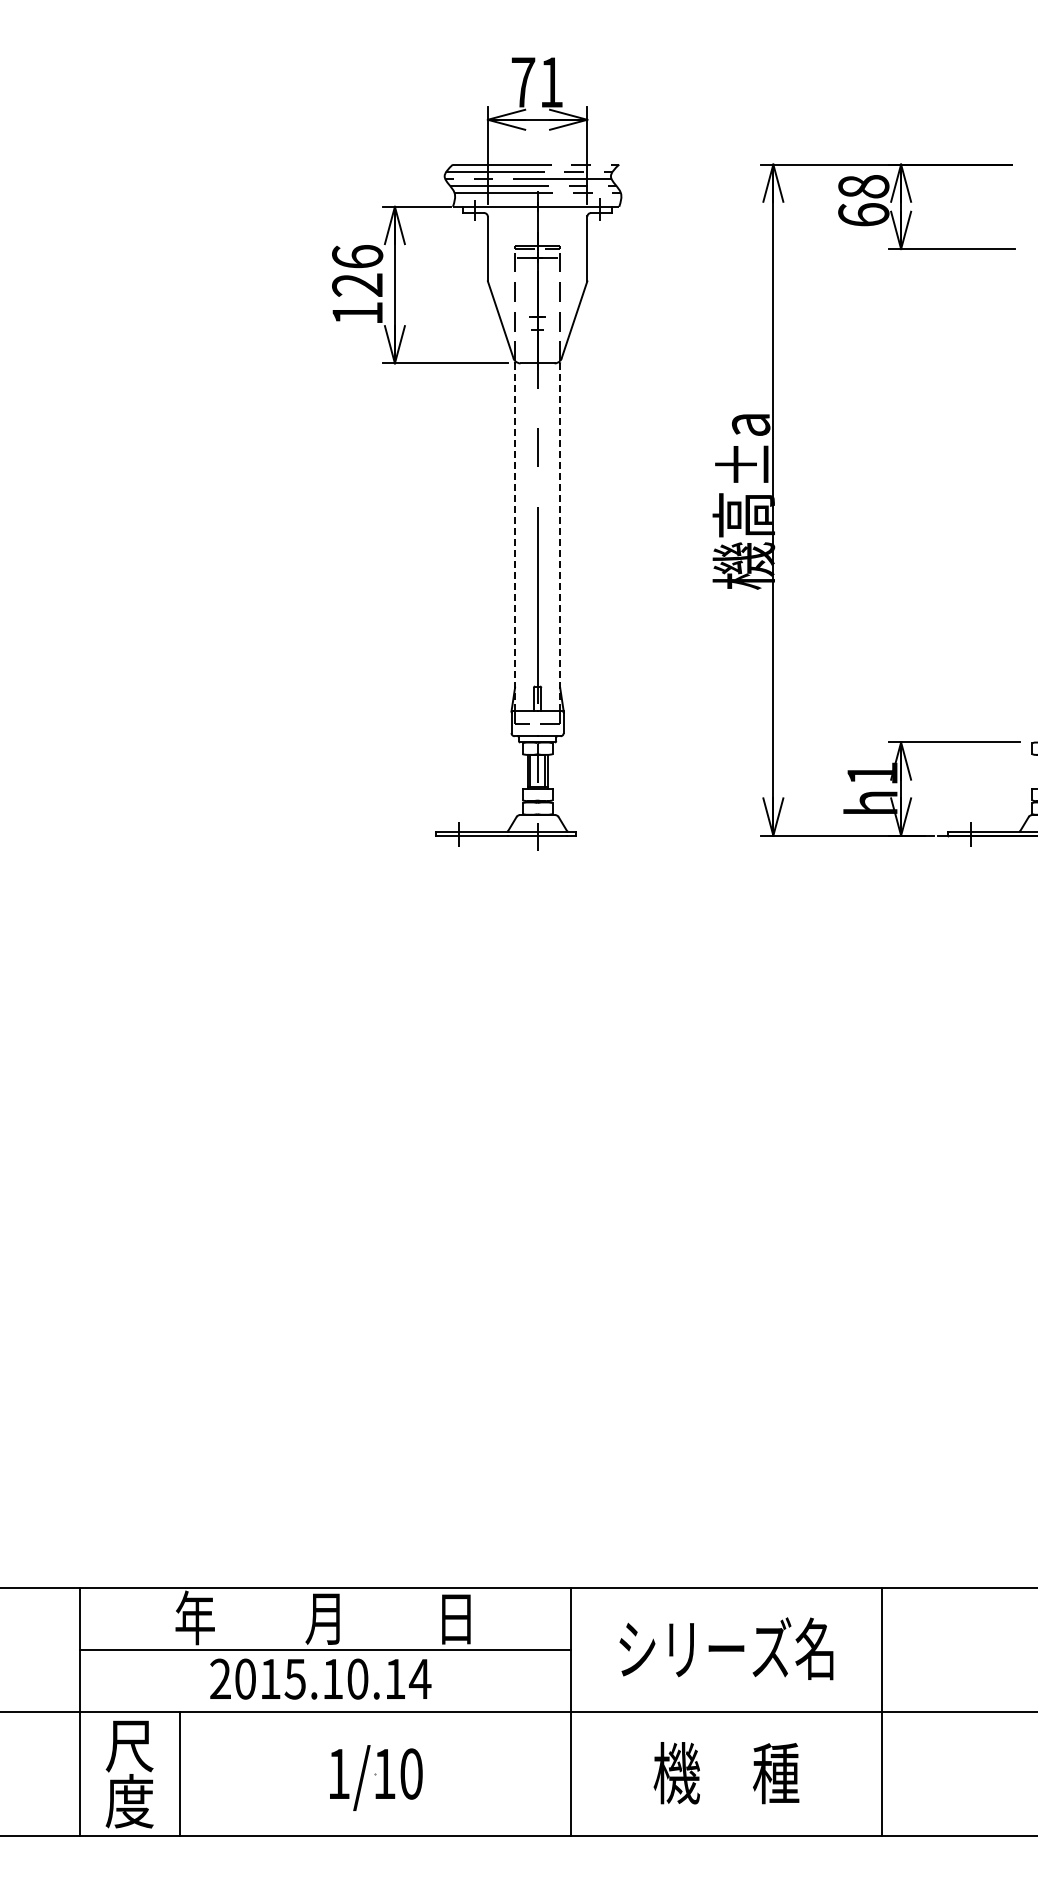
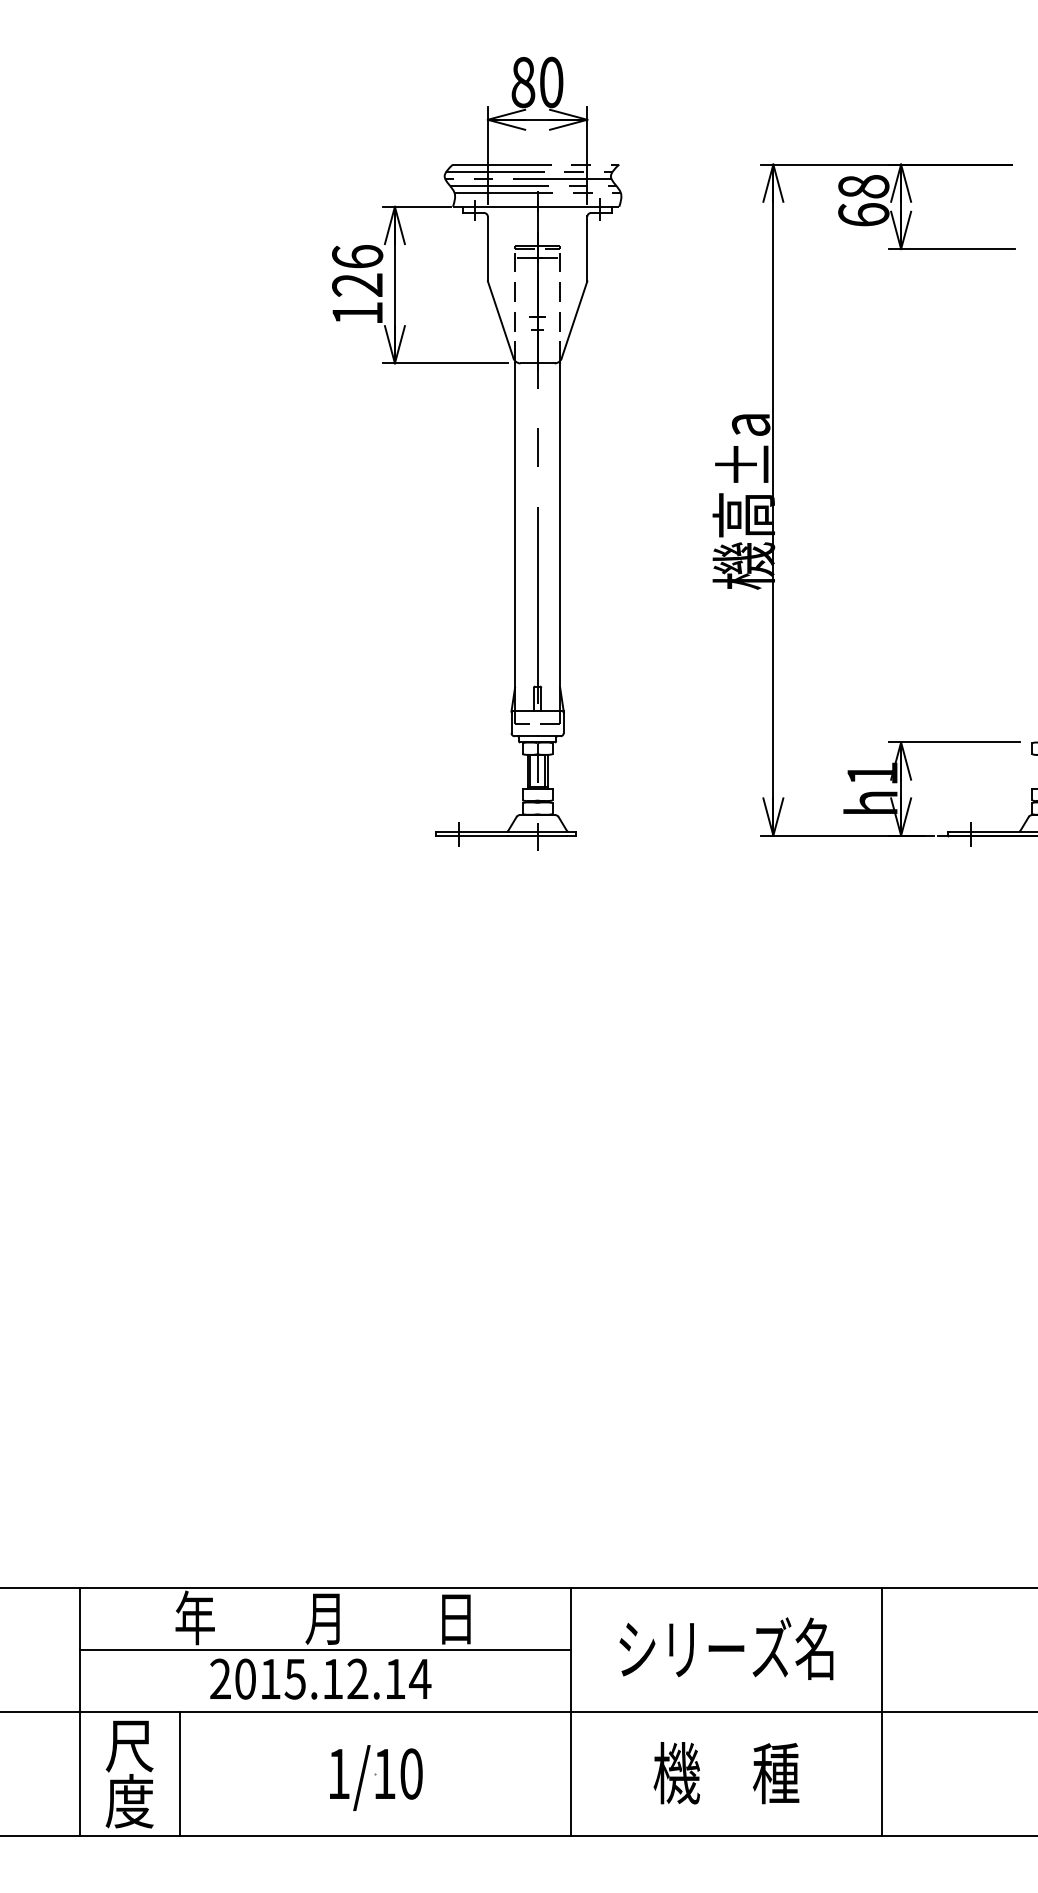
text at (537, 82): 71 -> 80
line at (515, 535): dashed -> solid
line at (559, 535): dashed -> solid
text at (357, 1678): 2015.10.14 -> 2015.12.14
